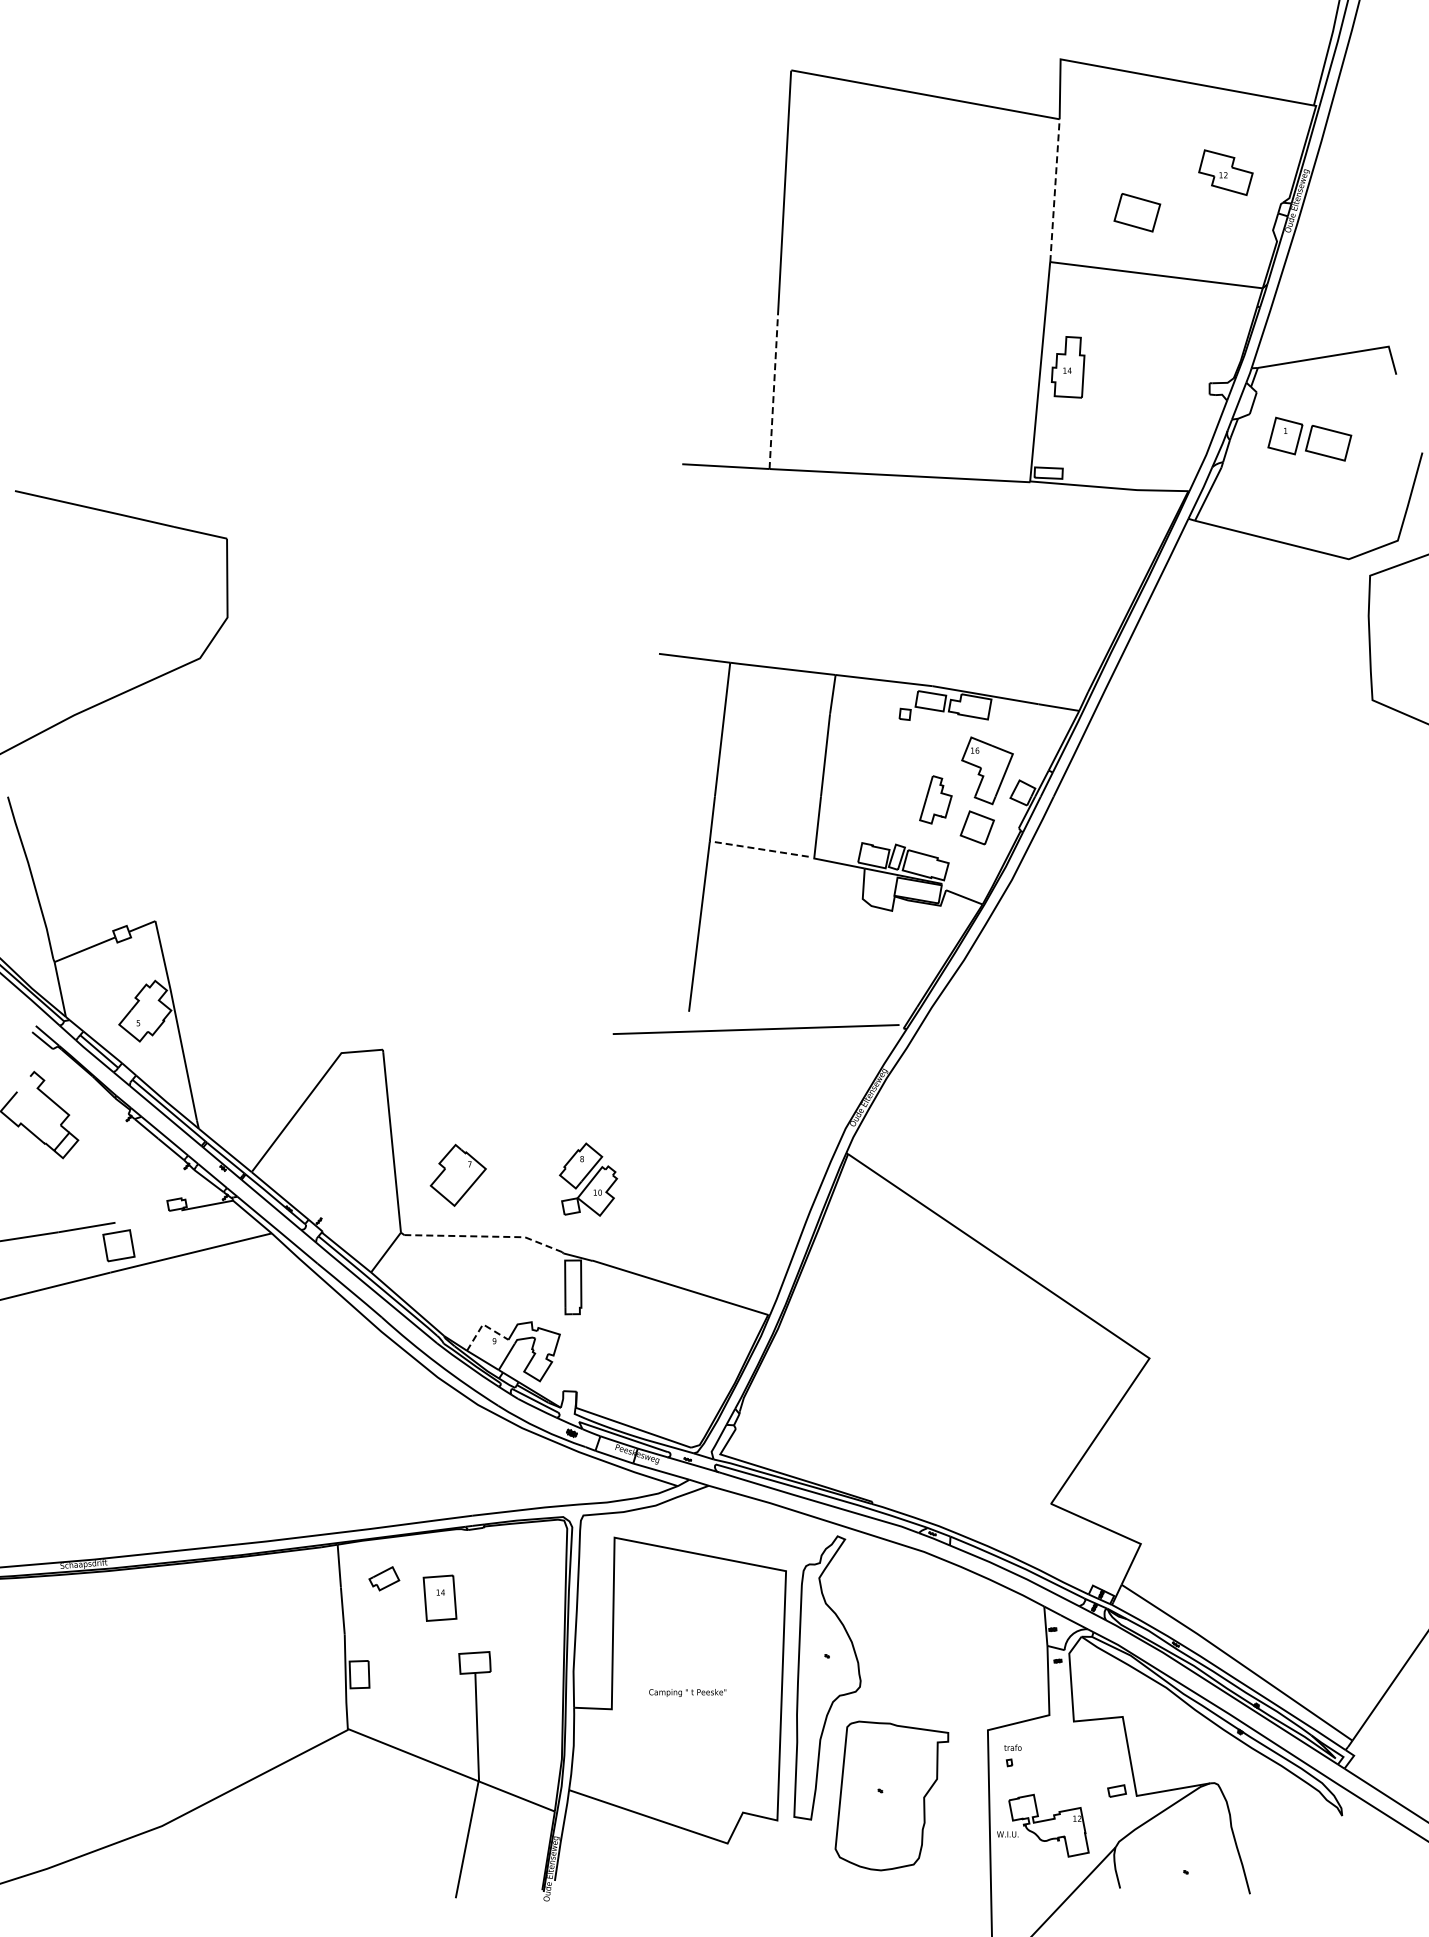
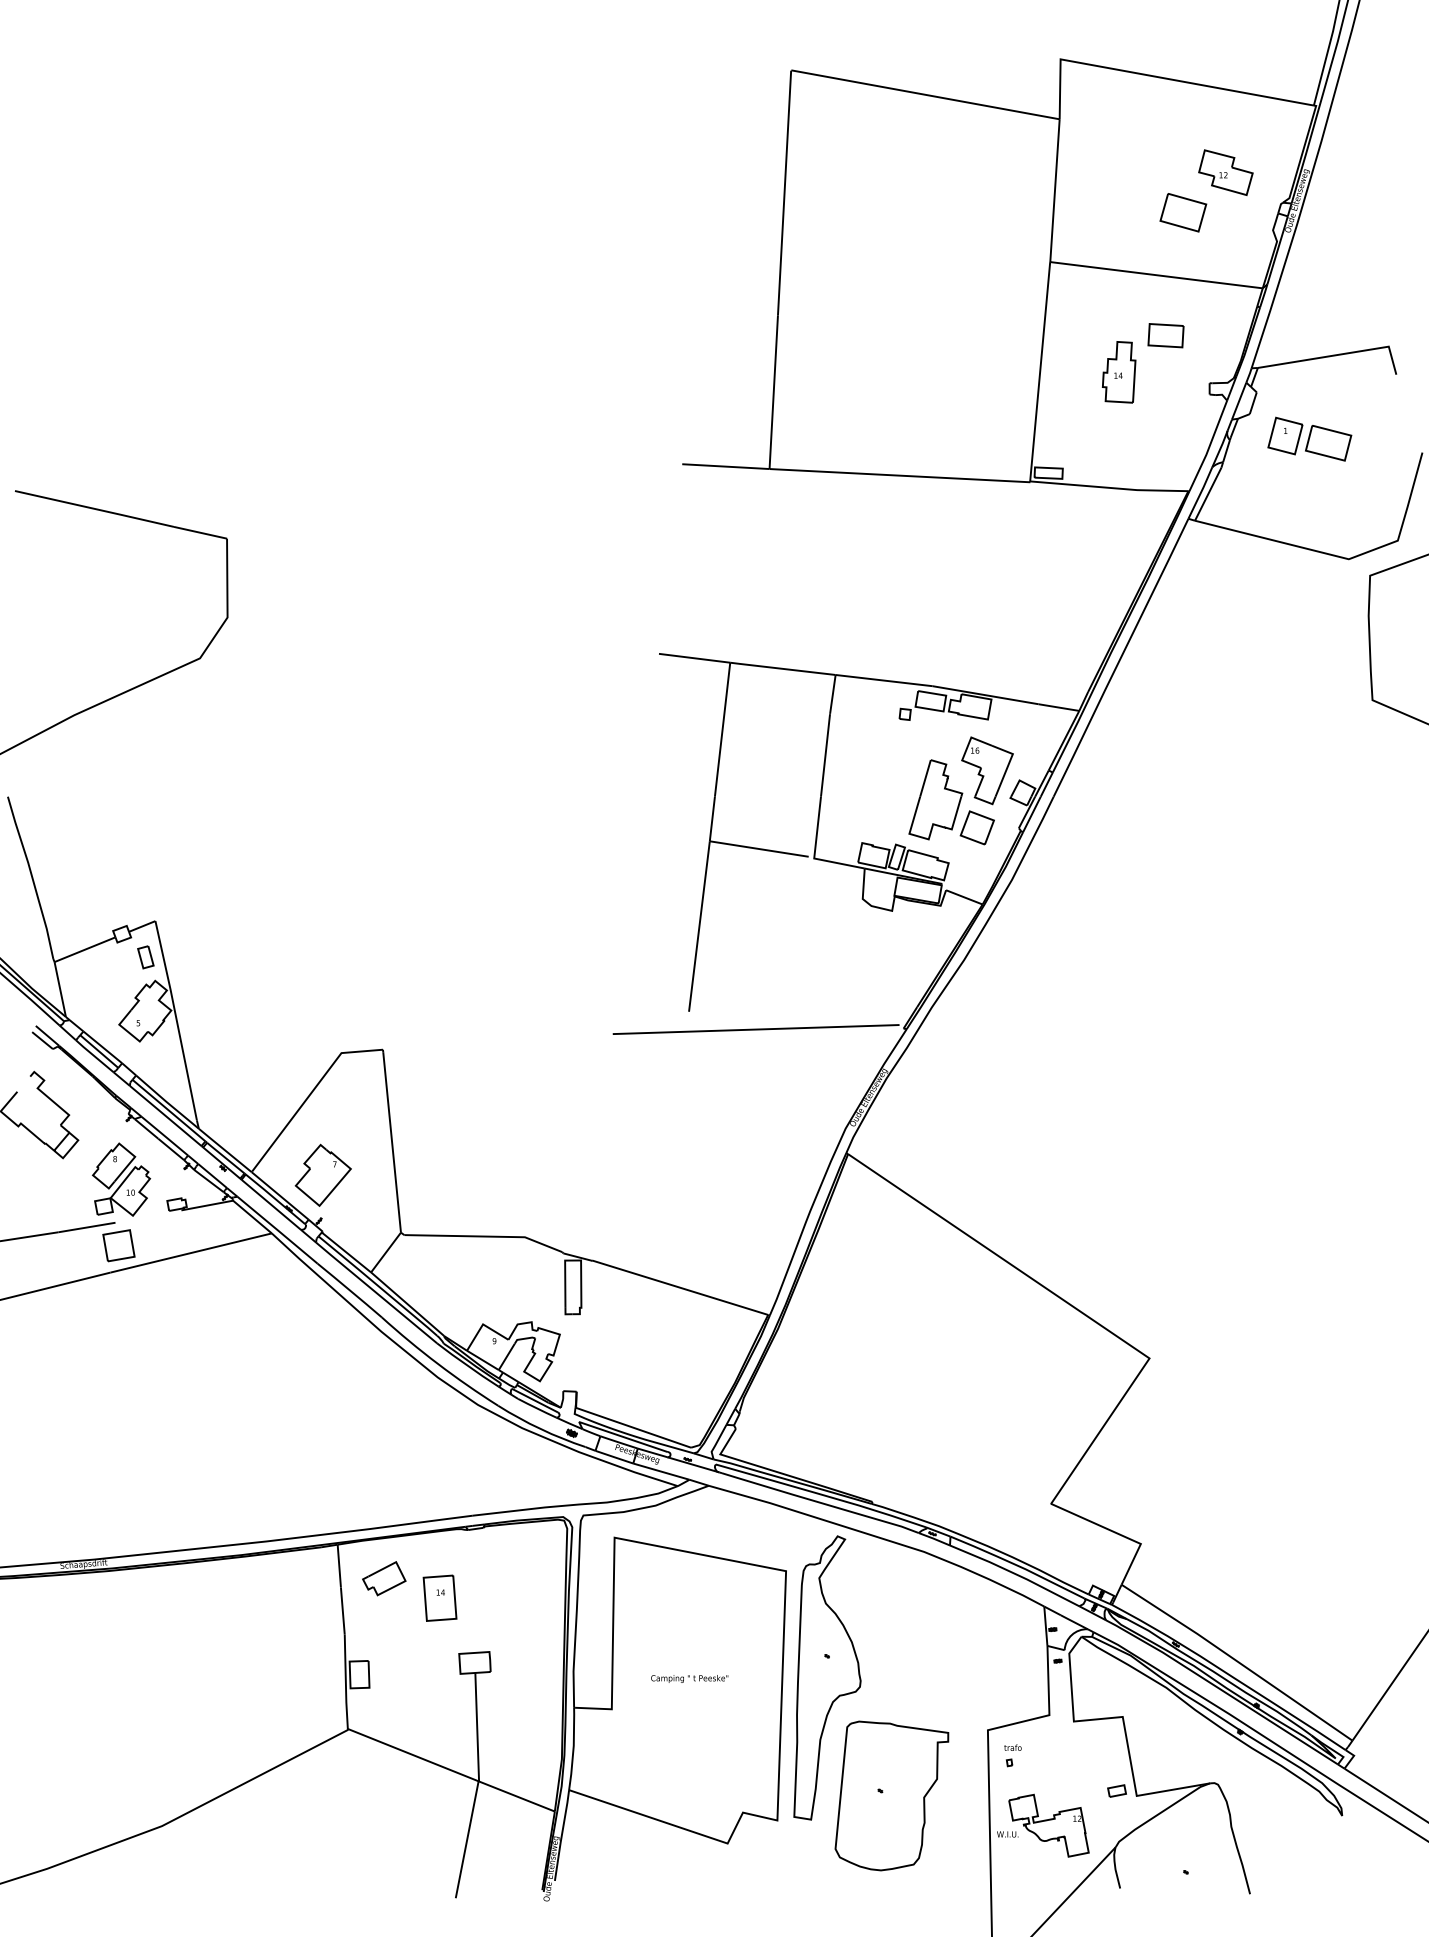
line at (1054, 190): dashed -> solid
part at (1137, 212) position: (1137, 212) -> (1183, 212)
part at (1165, 335): none -> present
part at (1067, 367) position: (1067, 367) -> (1118, 372)
line at (773, 392): dashed -> solid
part at (935, 799) size: 34x50 px -> 56x82 px
line at (758, 848): dashed -> solid
part at (145, 957): none -> present
part at (457, 1174) position: (457, 1174) -> (322, 1174)
part at (588, 1179) position: (588, 1179) -> (121, 1179)
line at (485, 1236): dashed -> solid
line at (483, 1324): dashed -> solid
part at (384, 1578) size: 33x26 px -> 45x36 px
text at (687, 1692) position: (687, 1692) -> (689, 1678)
